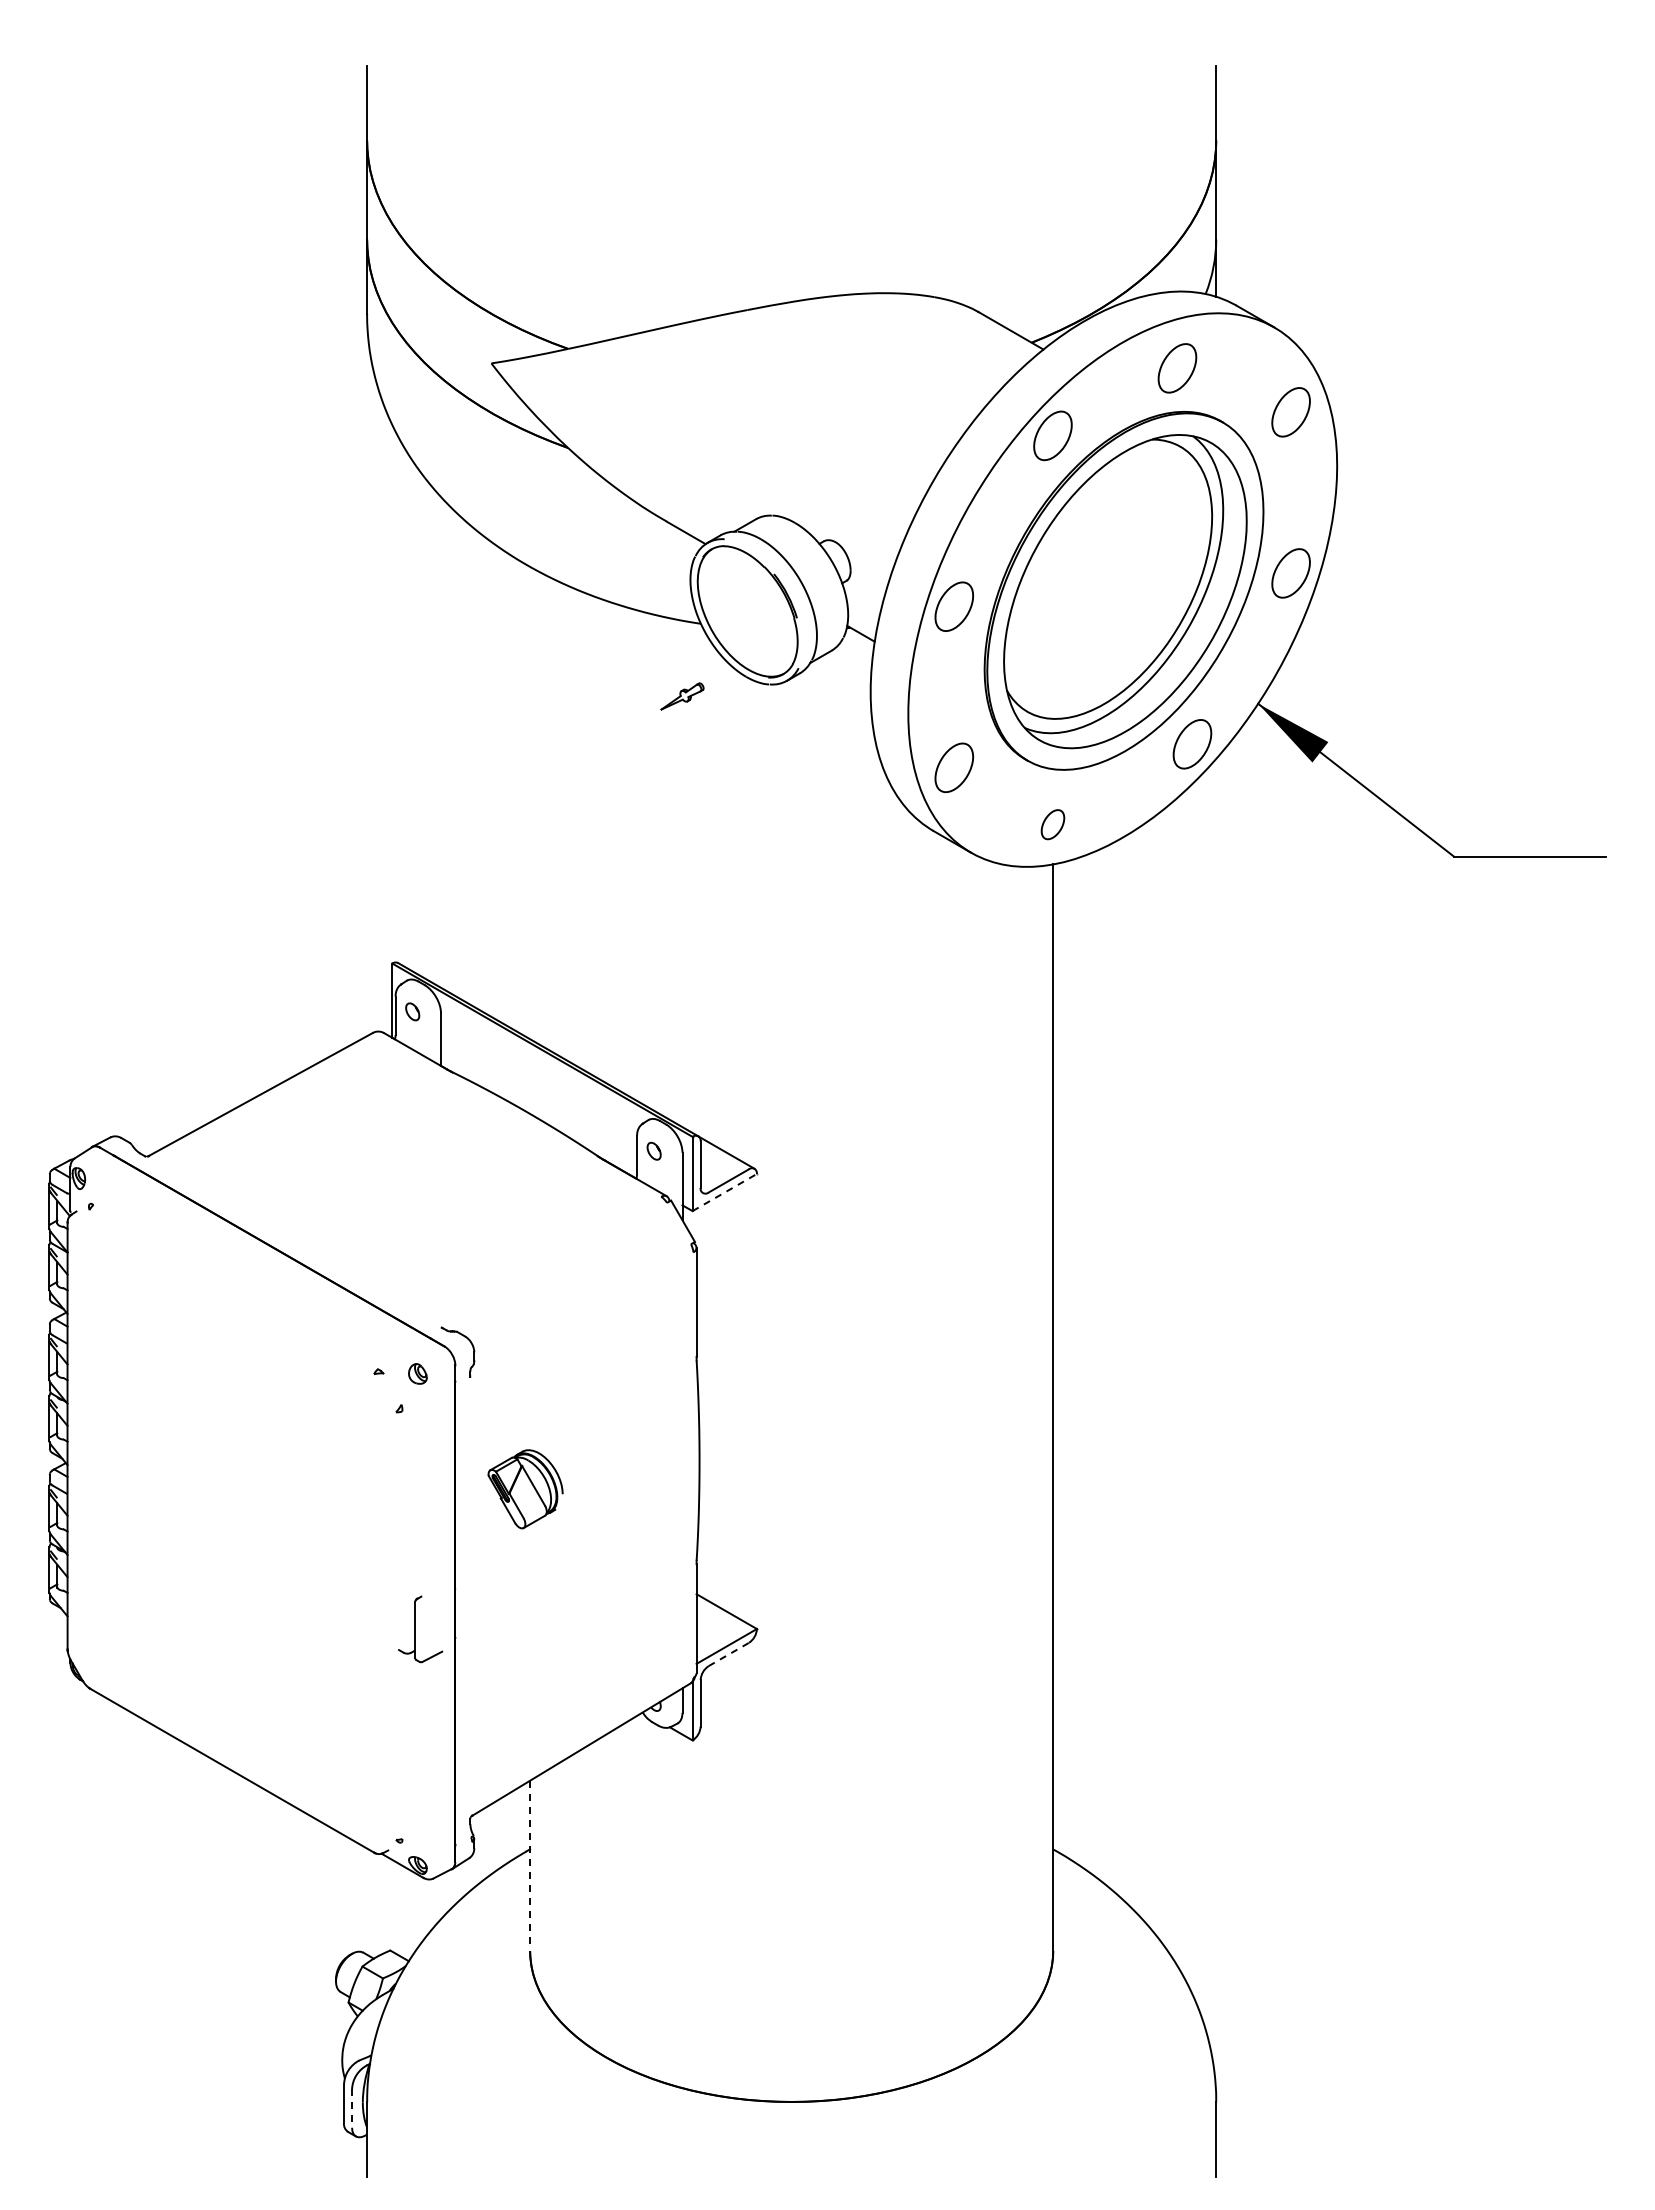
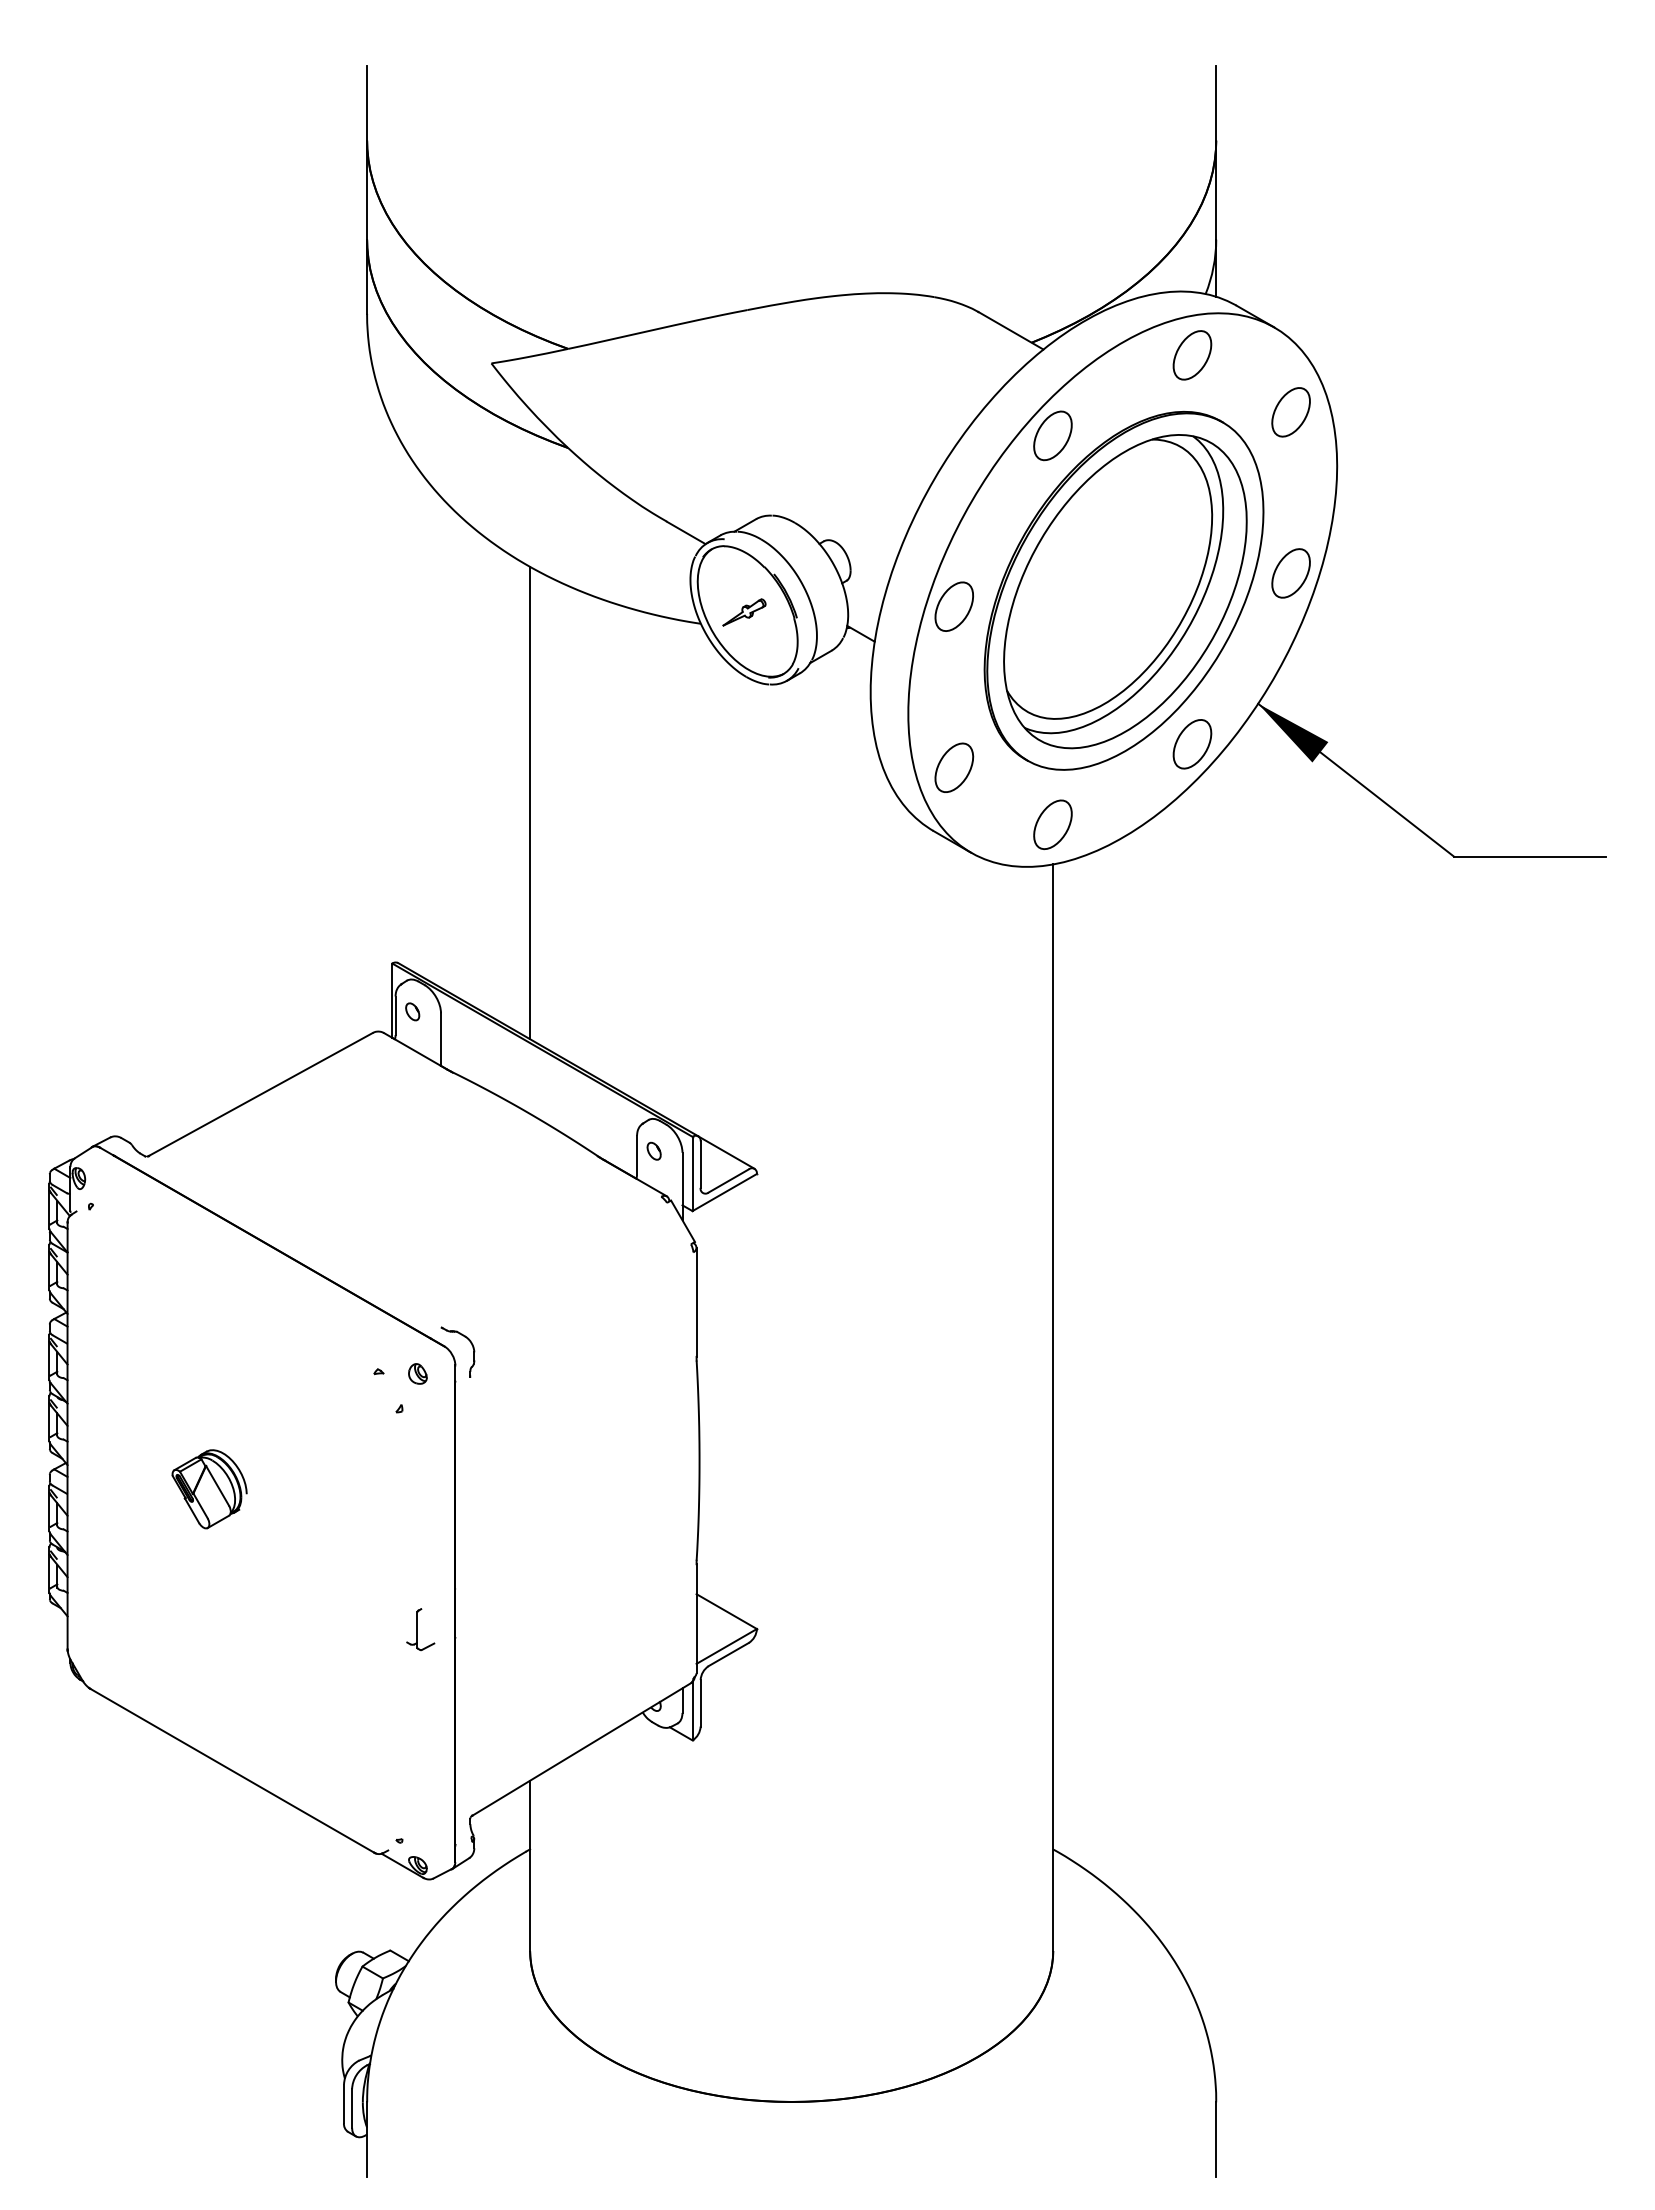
part at (1177, 368) position: (1177, 368) -> (1192, 355)
part at (682, 696) position: (682, 696) -> (744, 612)
line at (530, 802): none -> present
part at (1052, 824) size: 26x32 px -> 40x51 px
line at (725, 1192): dashed -> solid
part at (525, 1489) position: (525, 1489) -> (209, 1489)
part at (420, 1629) size: 46x69 px -> 30x44 px
line at (729, 1654): dashed -> solid
line at (530, 1866): dashed -> solid
line at (352, 2109): dashed -> solid
